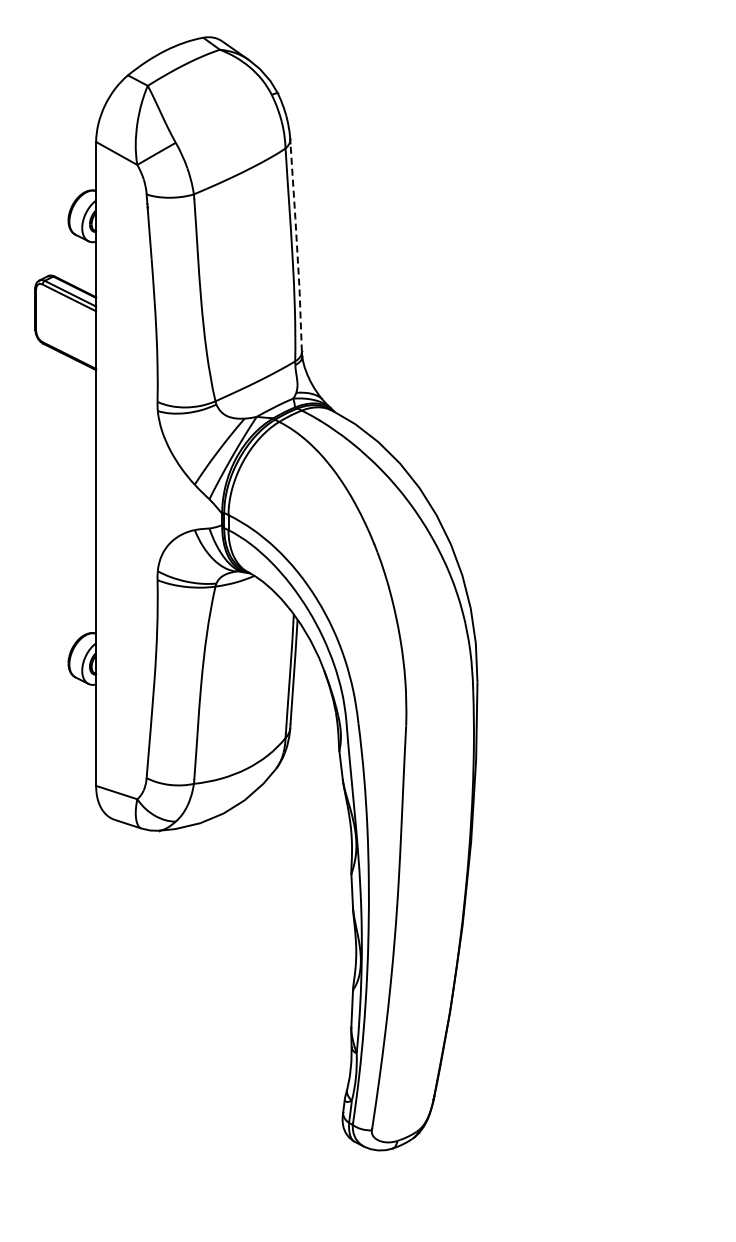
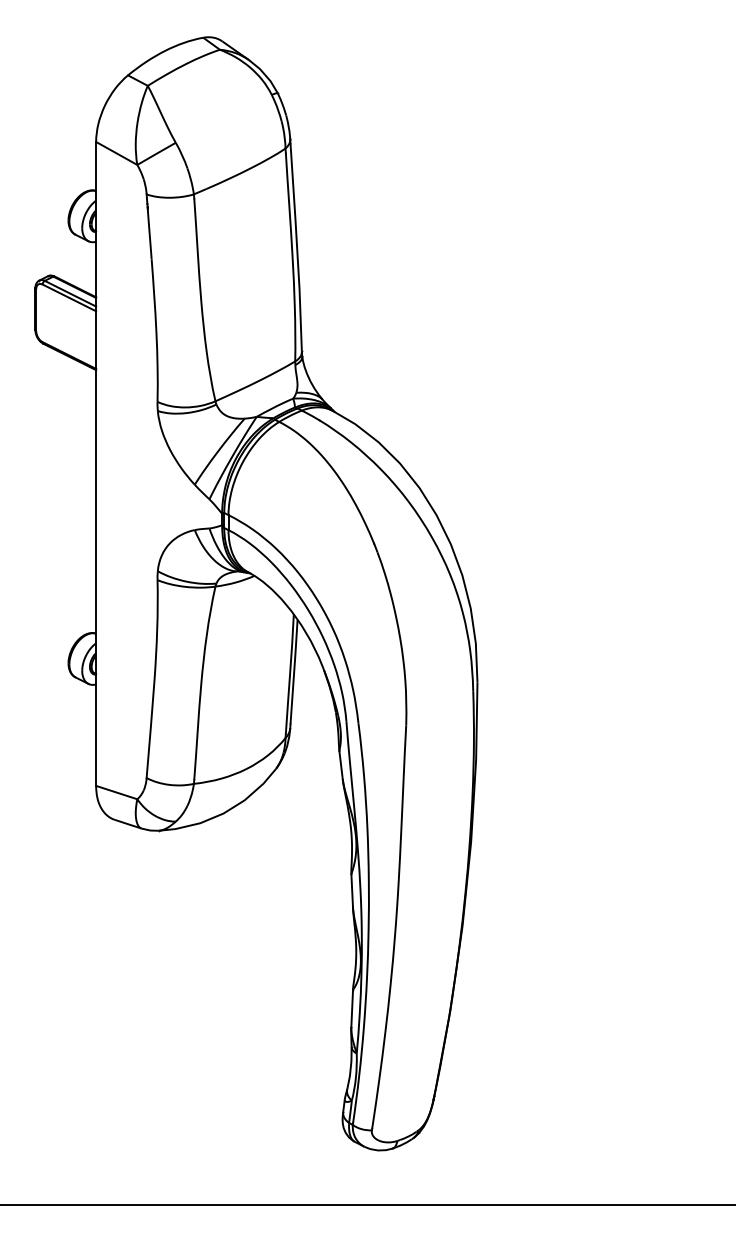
line at (297, 247): dashed -> solid
line at (367, 1204): none -> present
